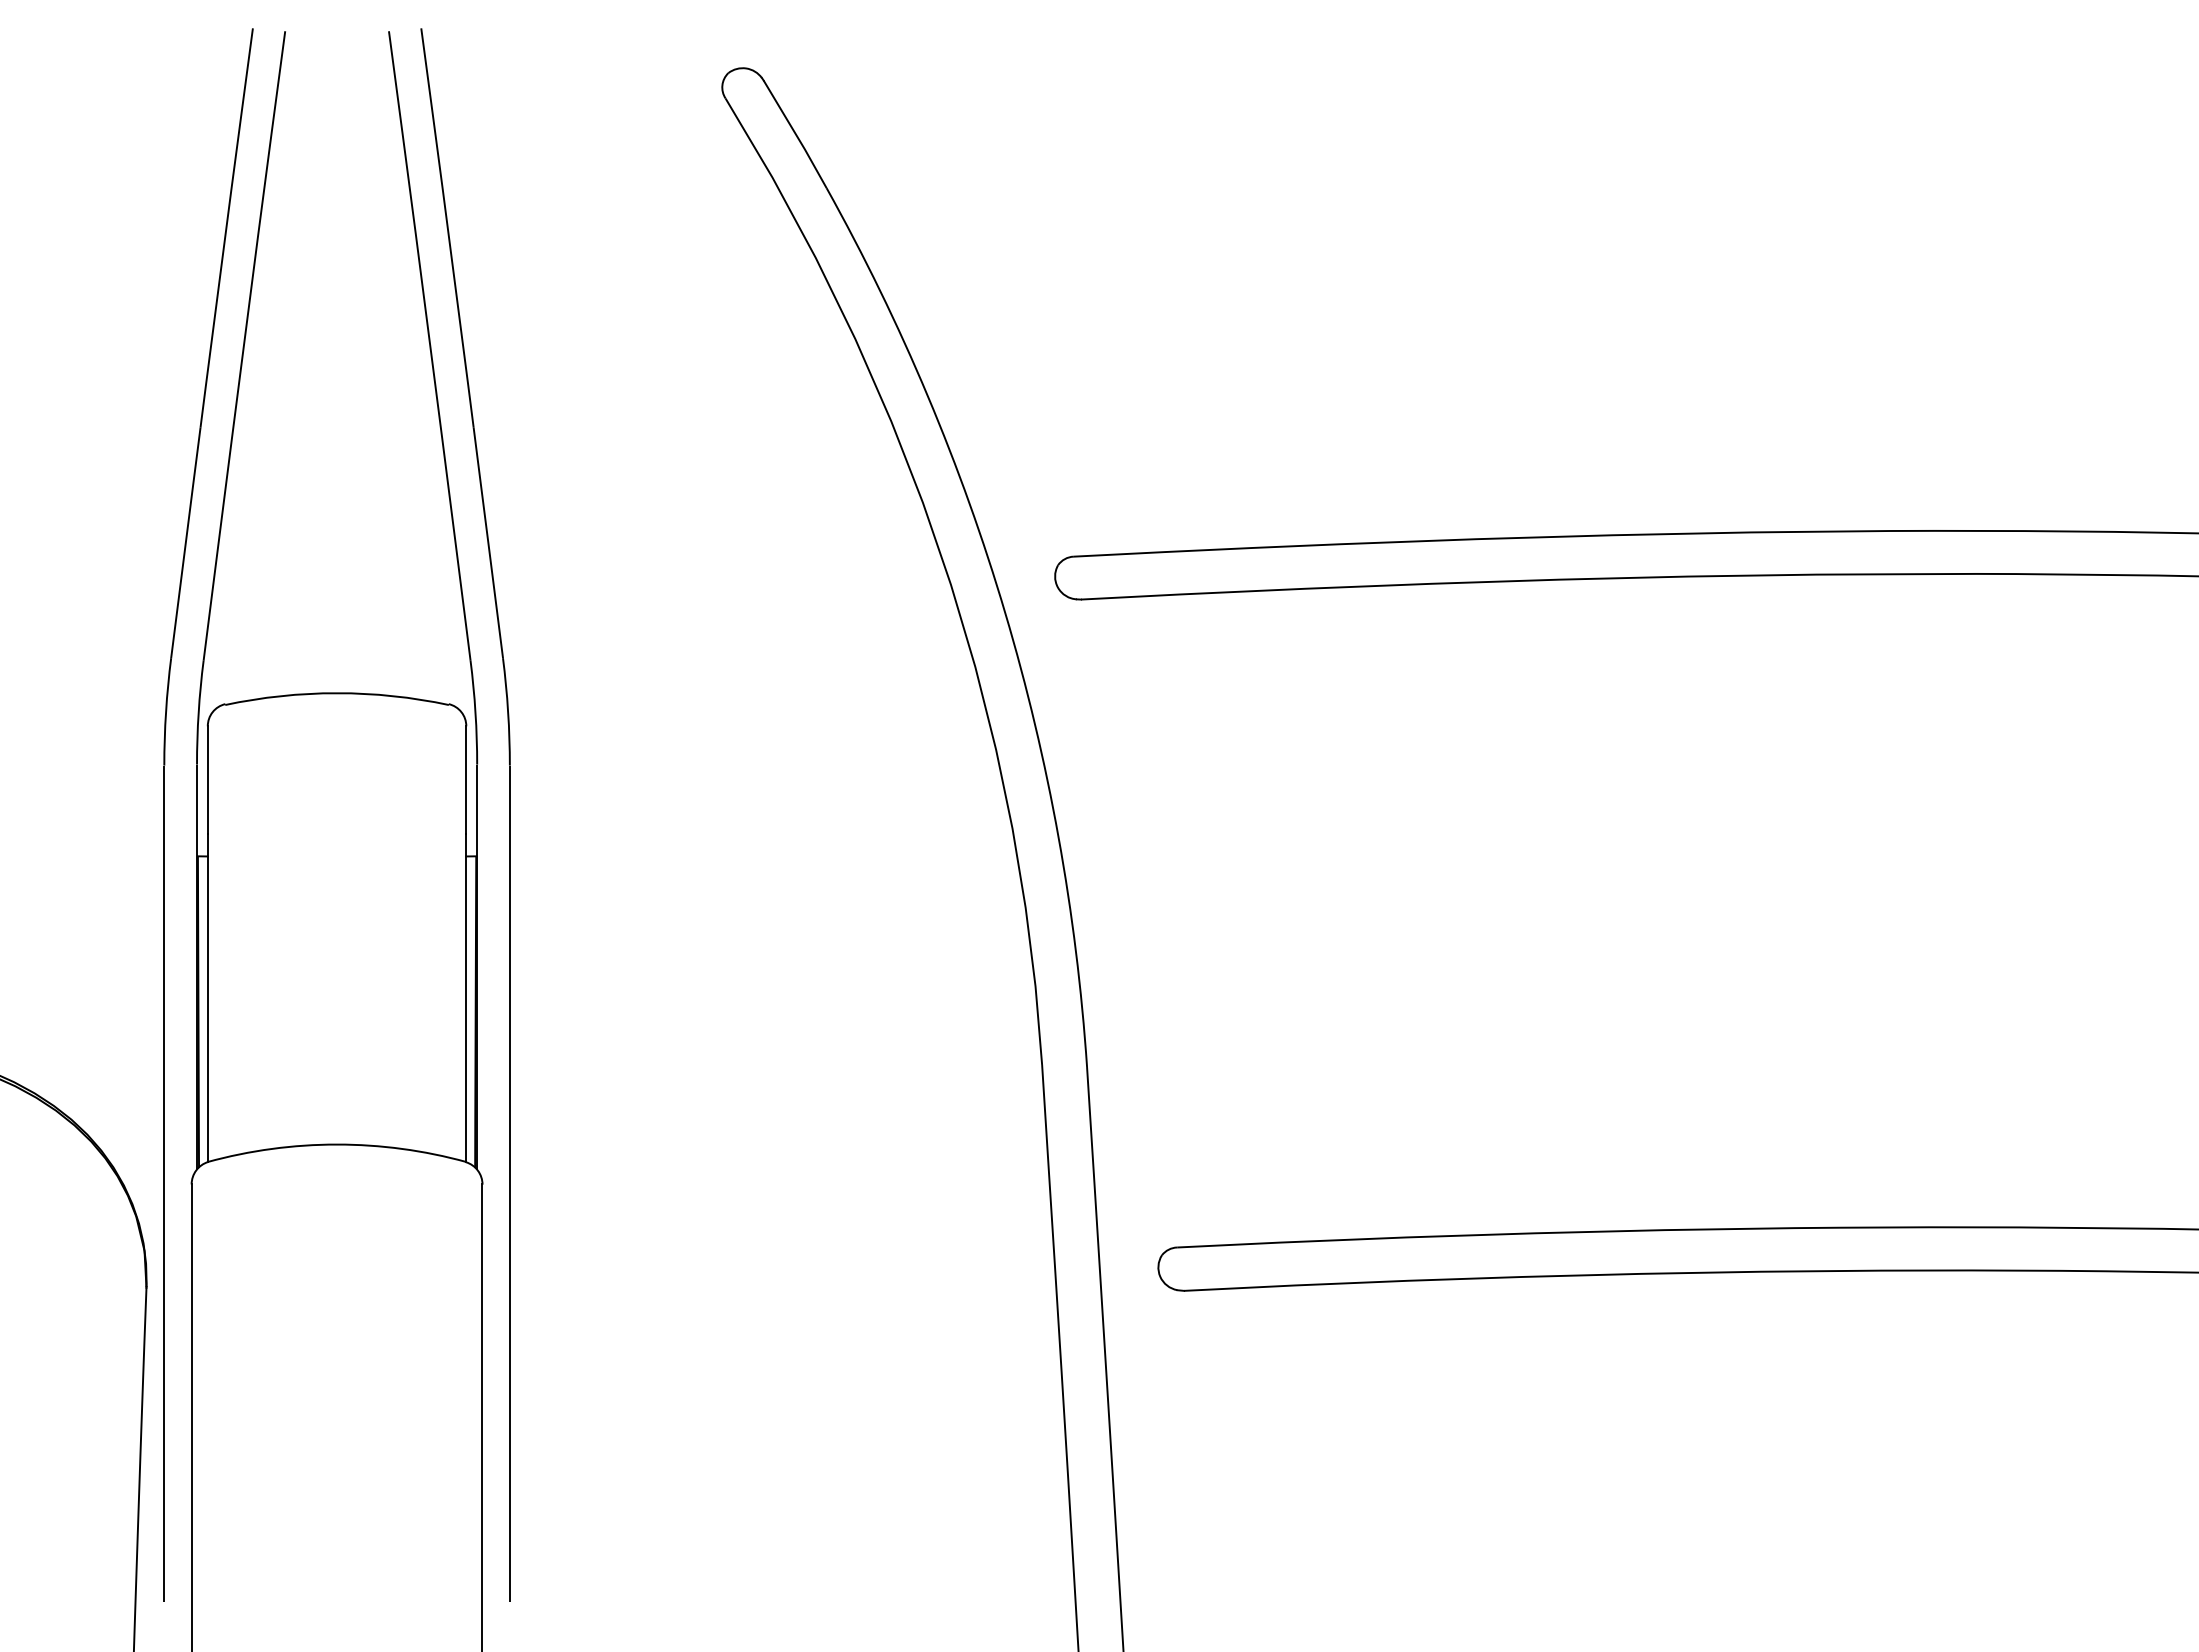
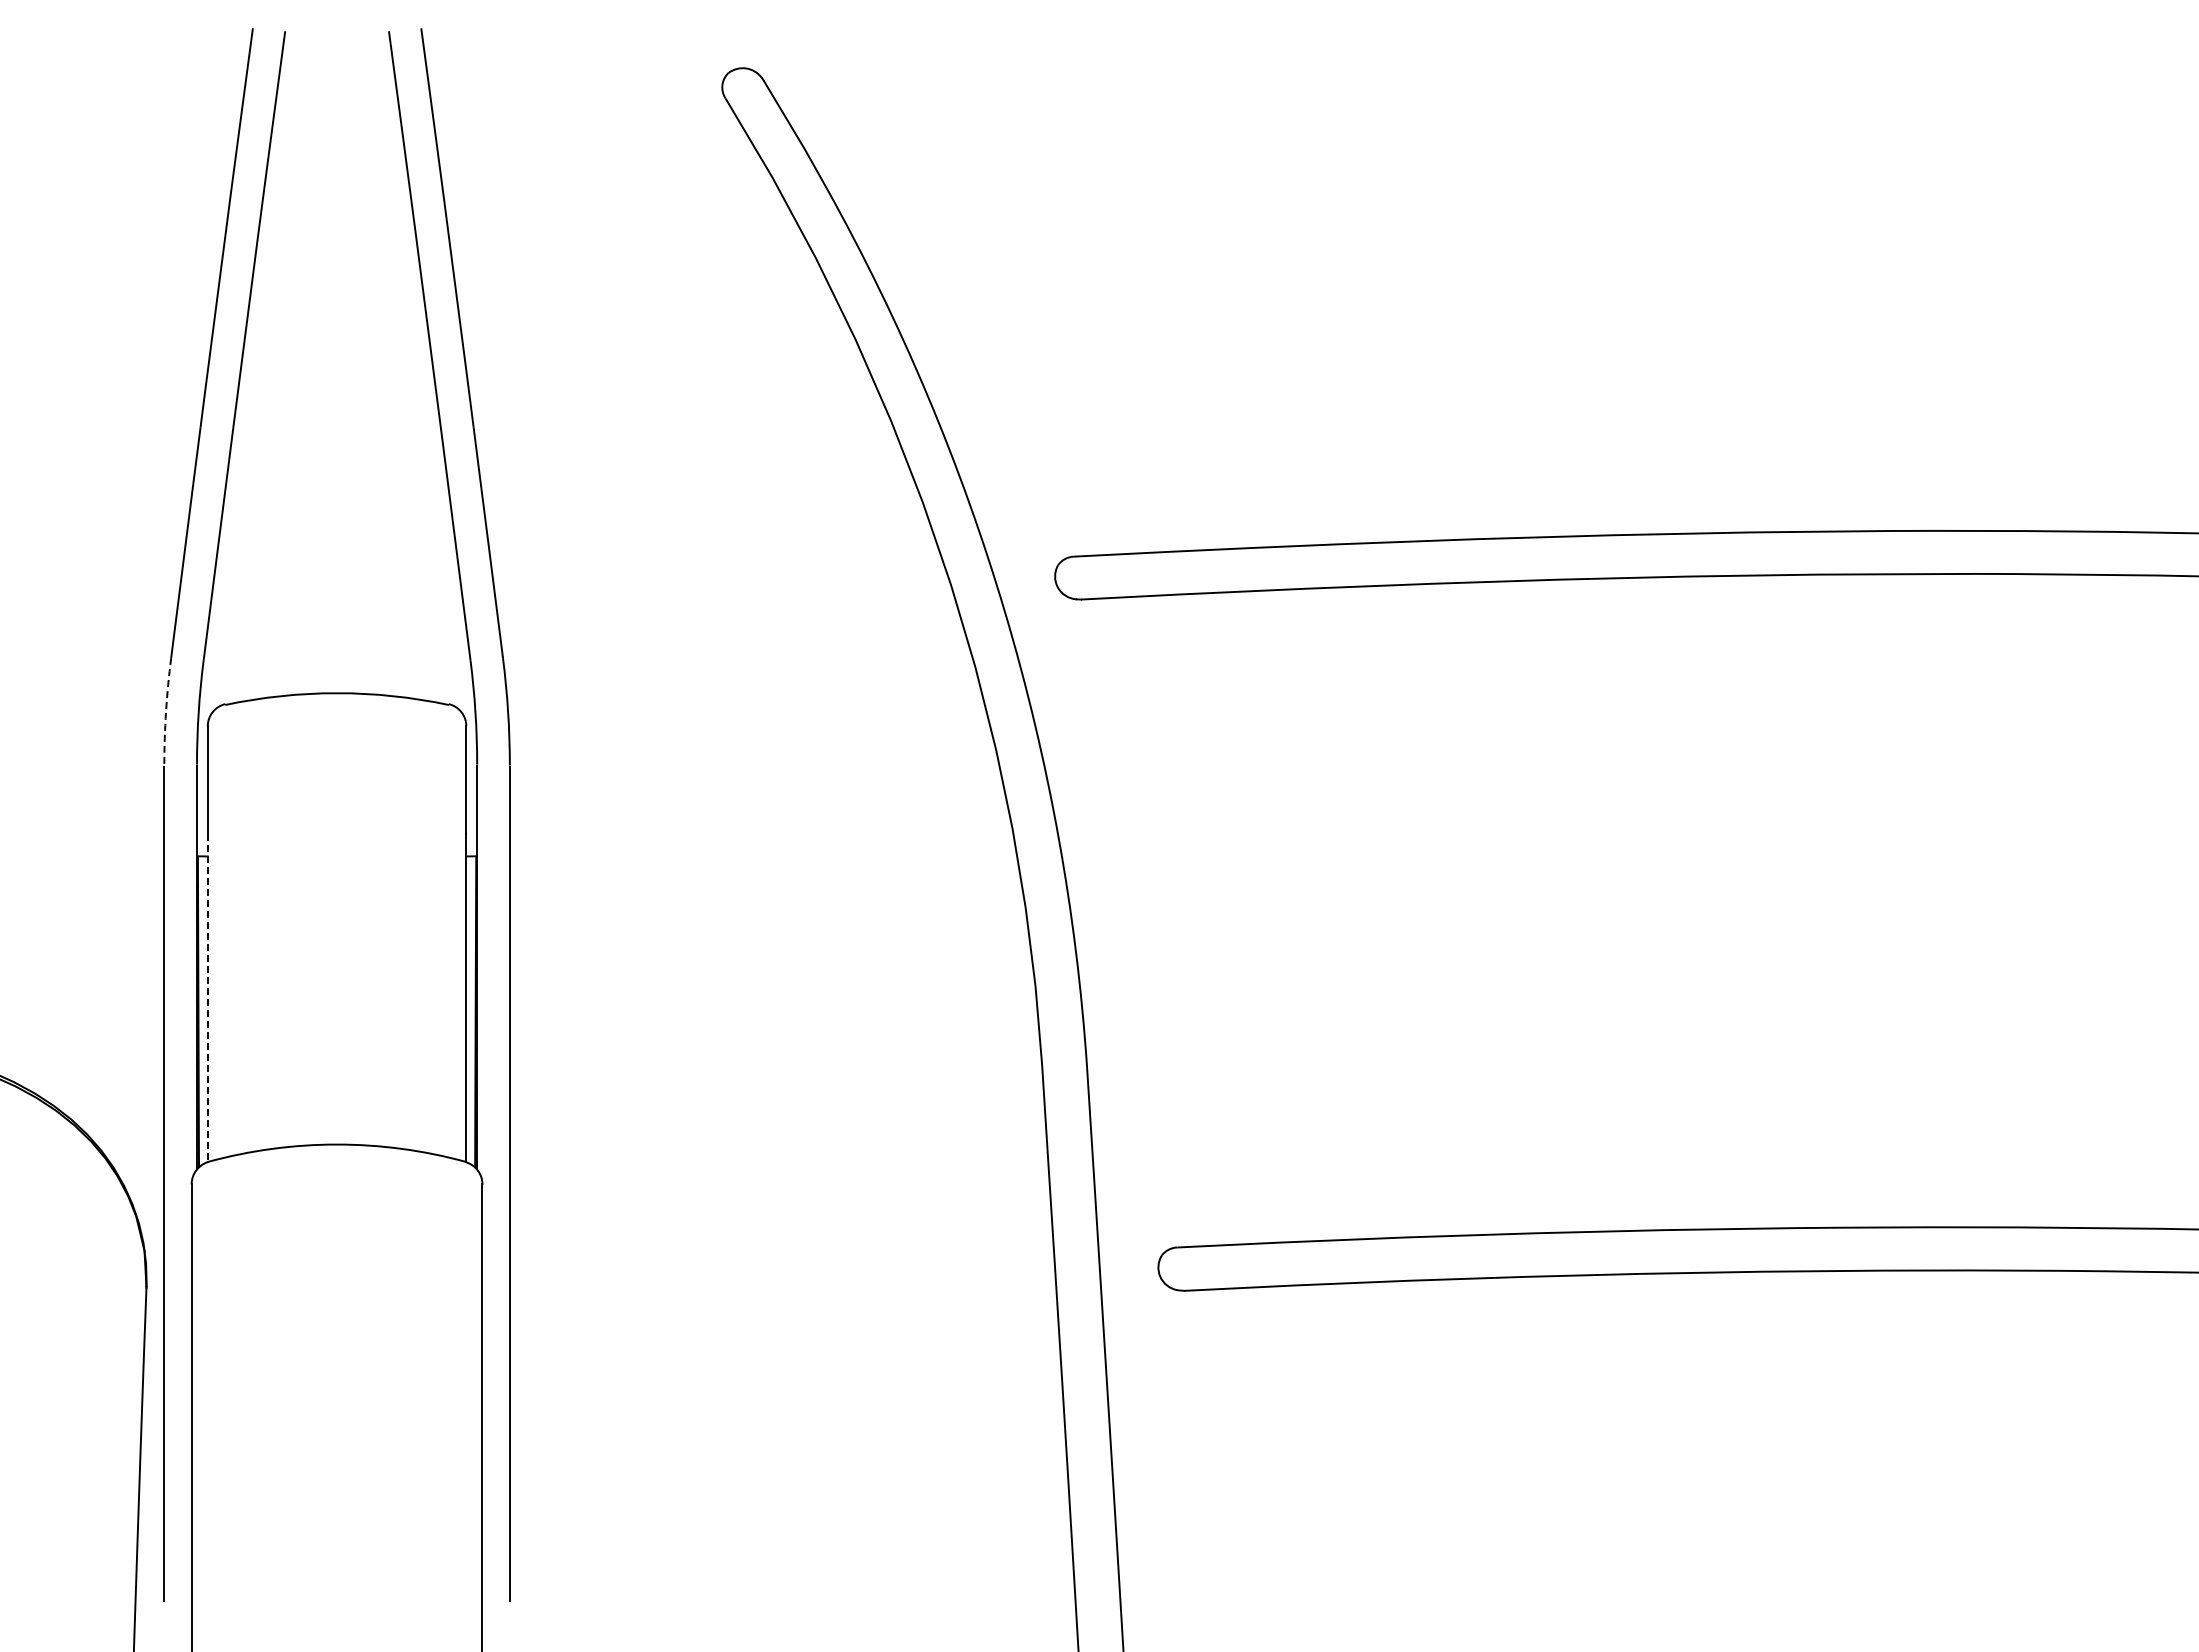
arc at (166, 711): solid -> dashed
line at (207, 998): solid -> dashed
